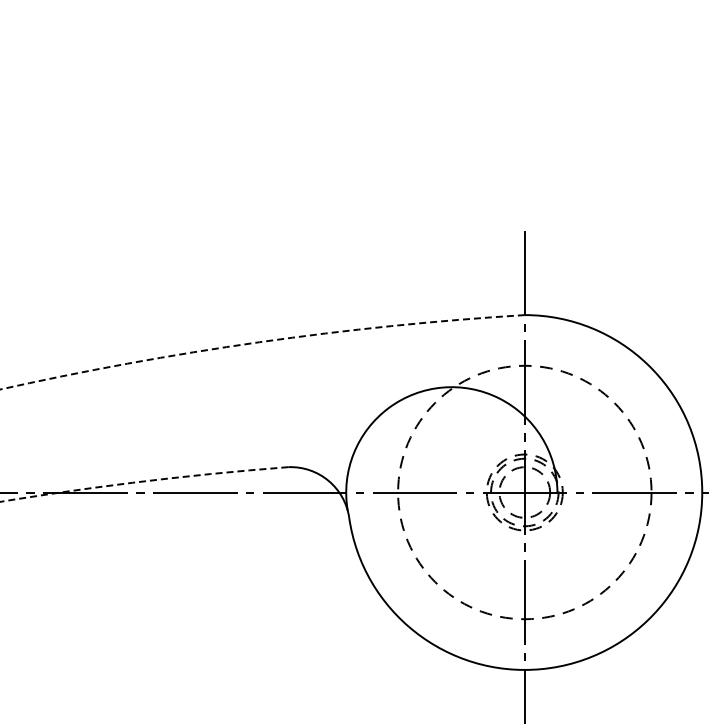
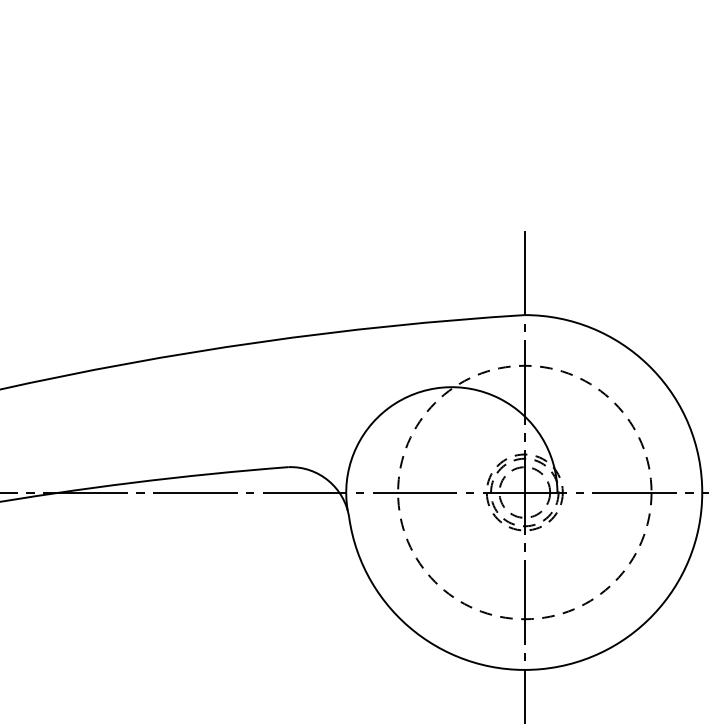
arc at (260, 342): dashed -> solid
arc at (143, 481): dashed -> solid
